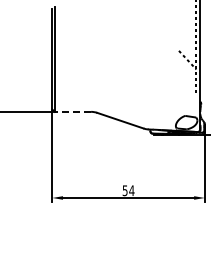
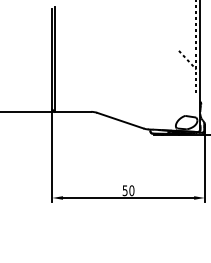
line at (72, 111): dashed -> solid
text at (131, 190): 54 -> 50
